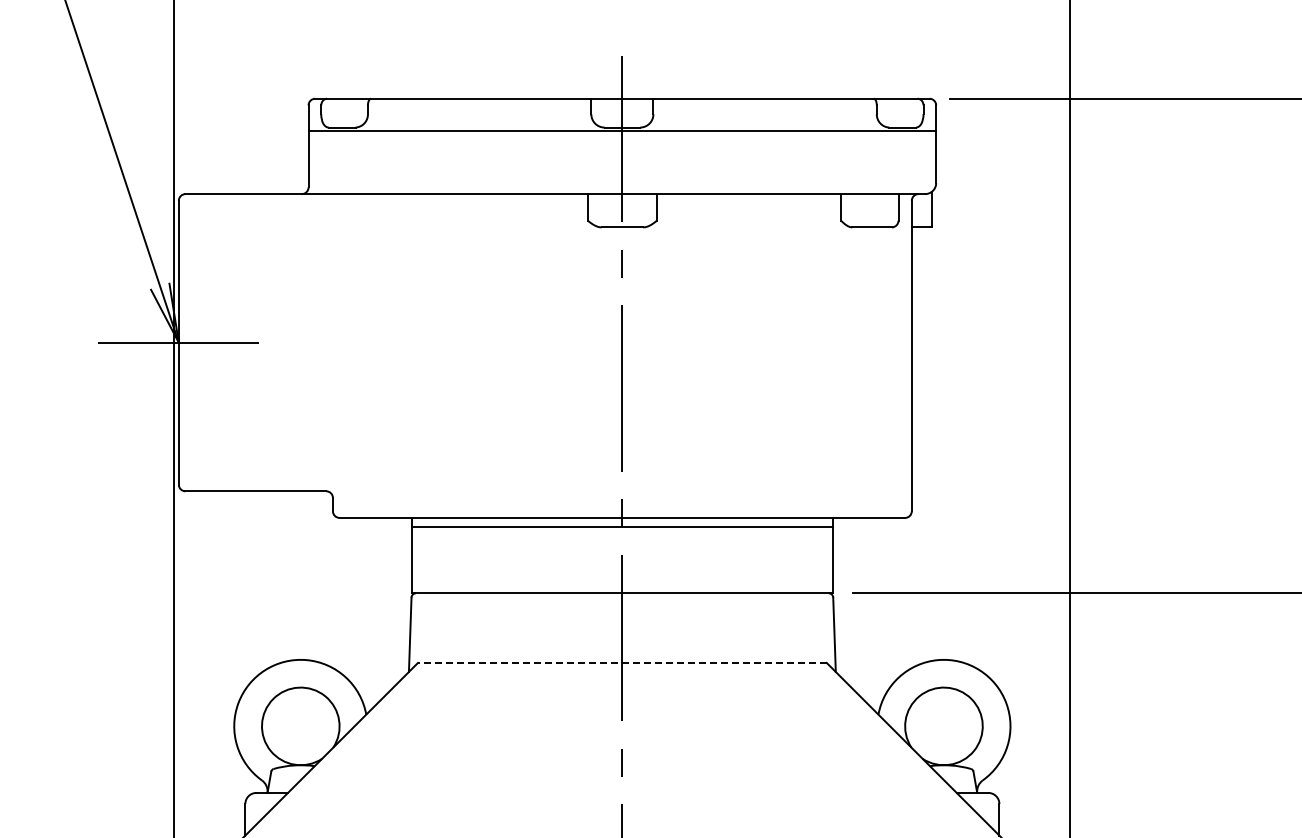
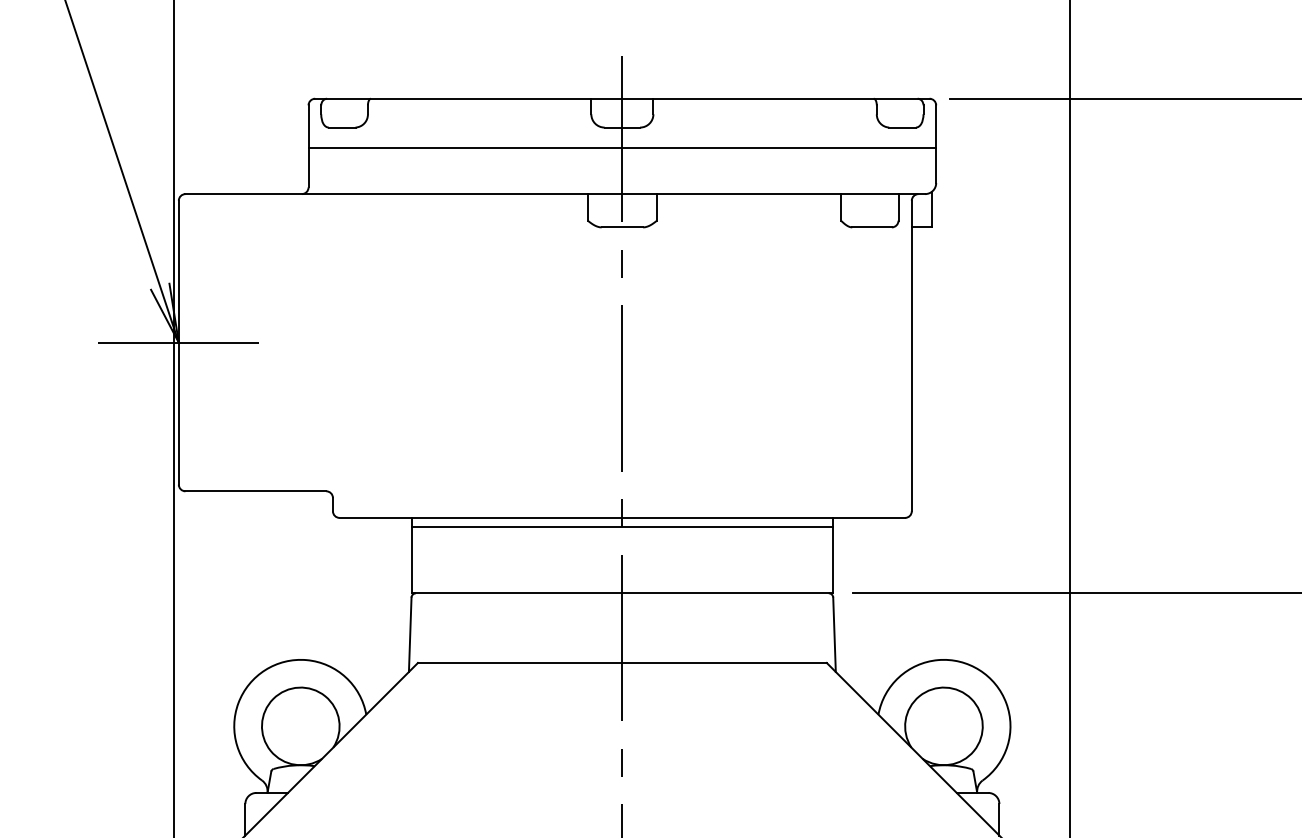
line at (622, 130) position: (622, 130) -> (622, 147)
line at (621, 662): dashed -> solid
